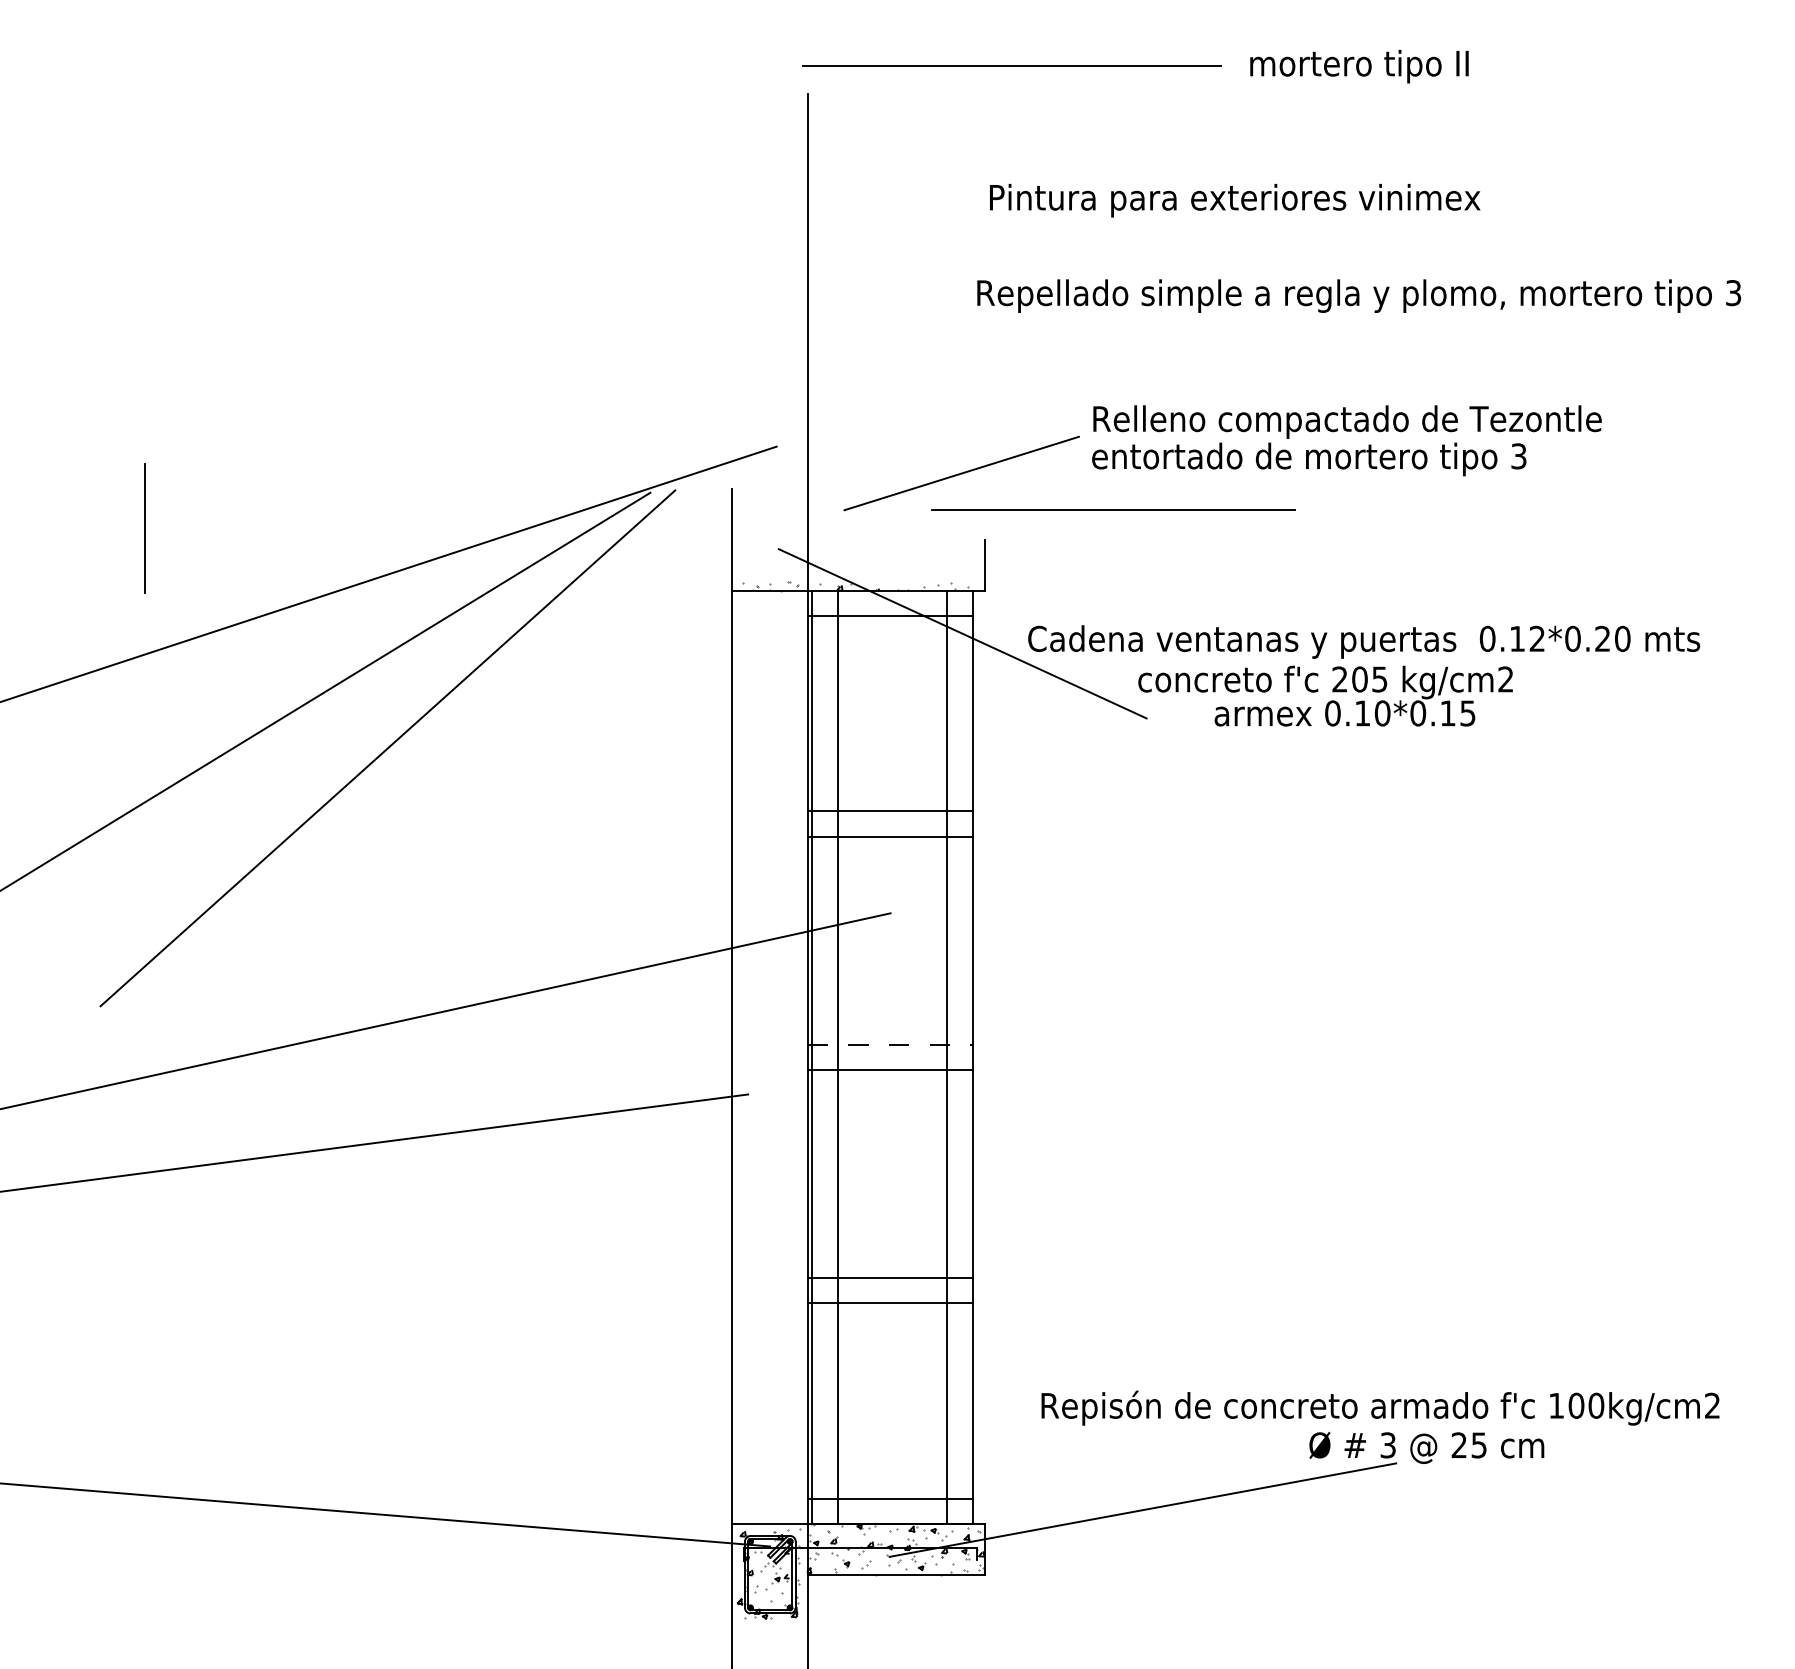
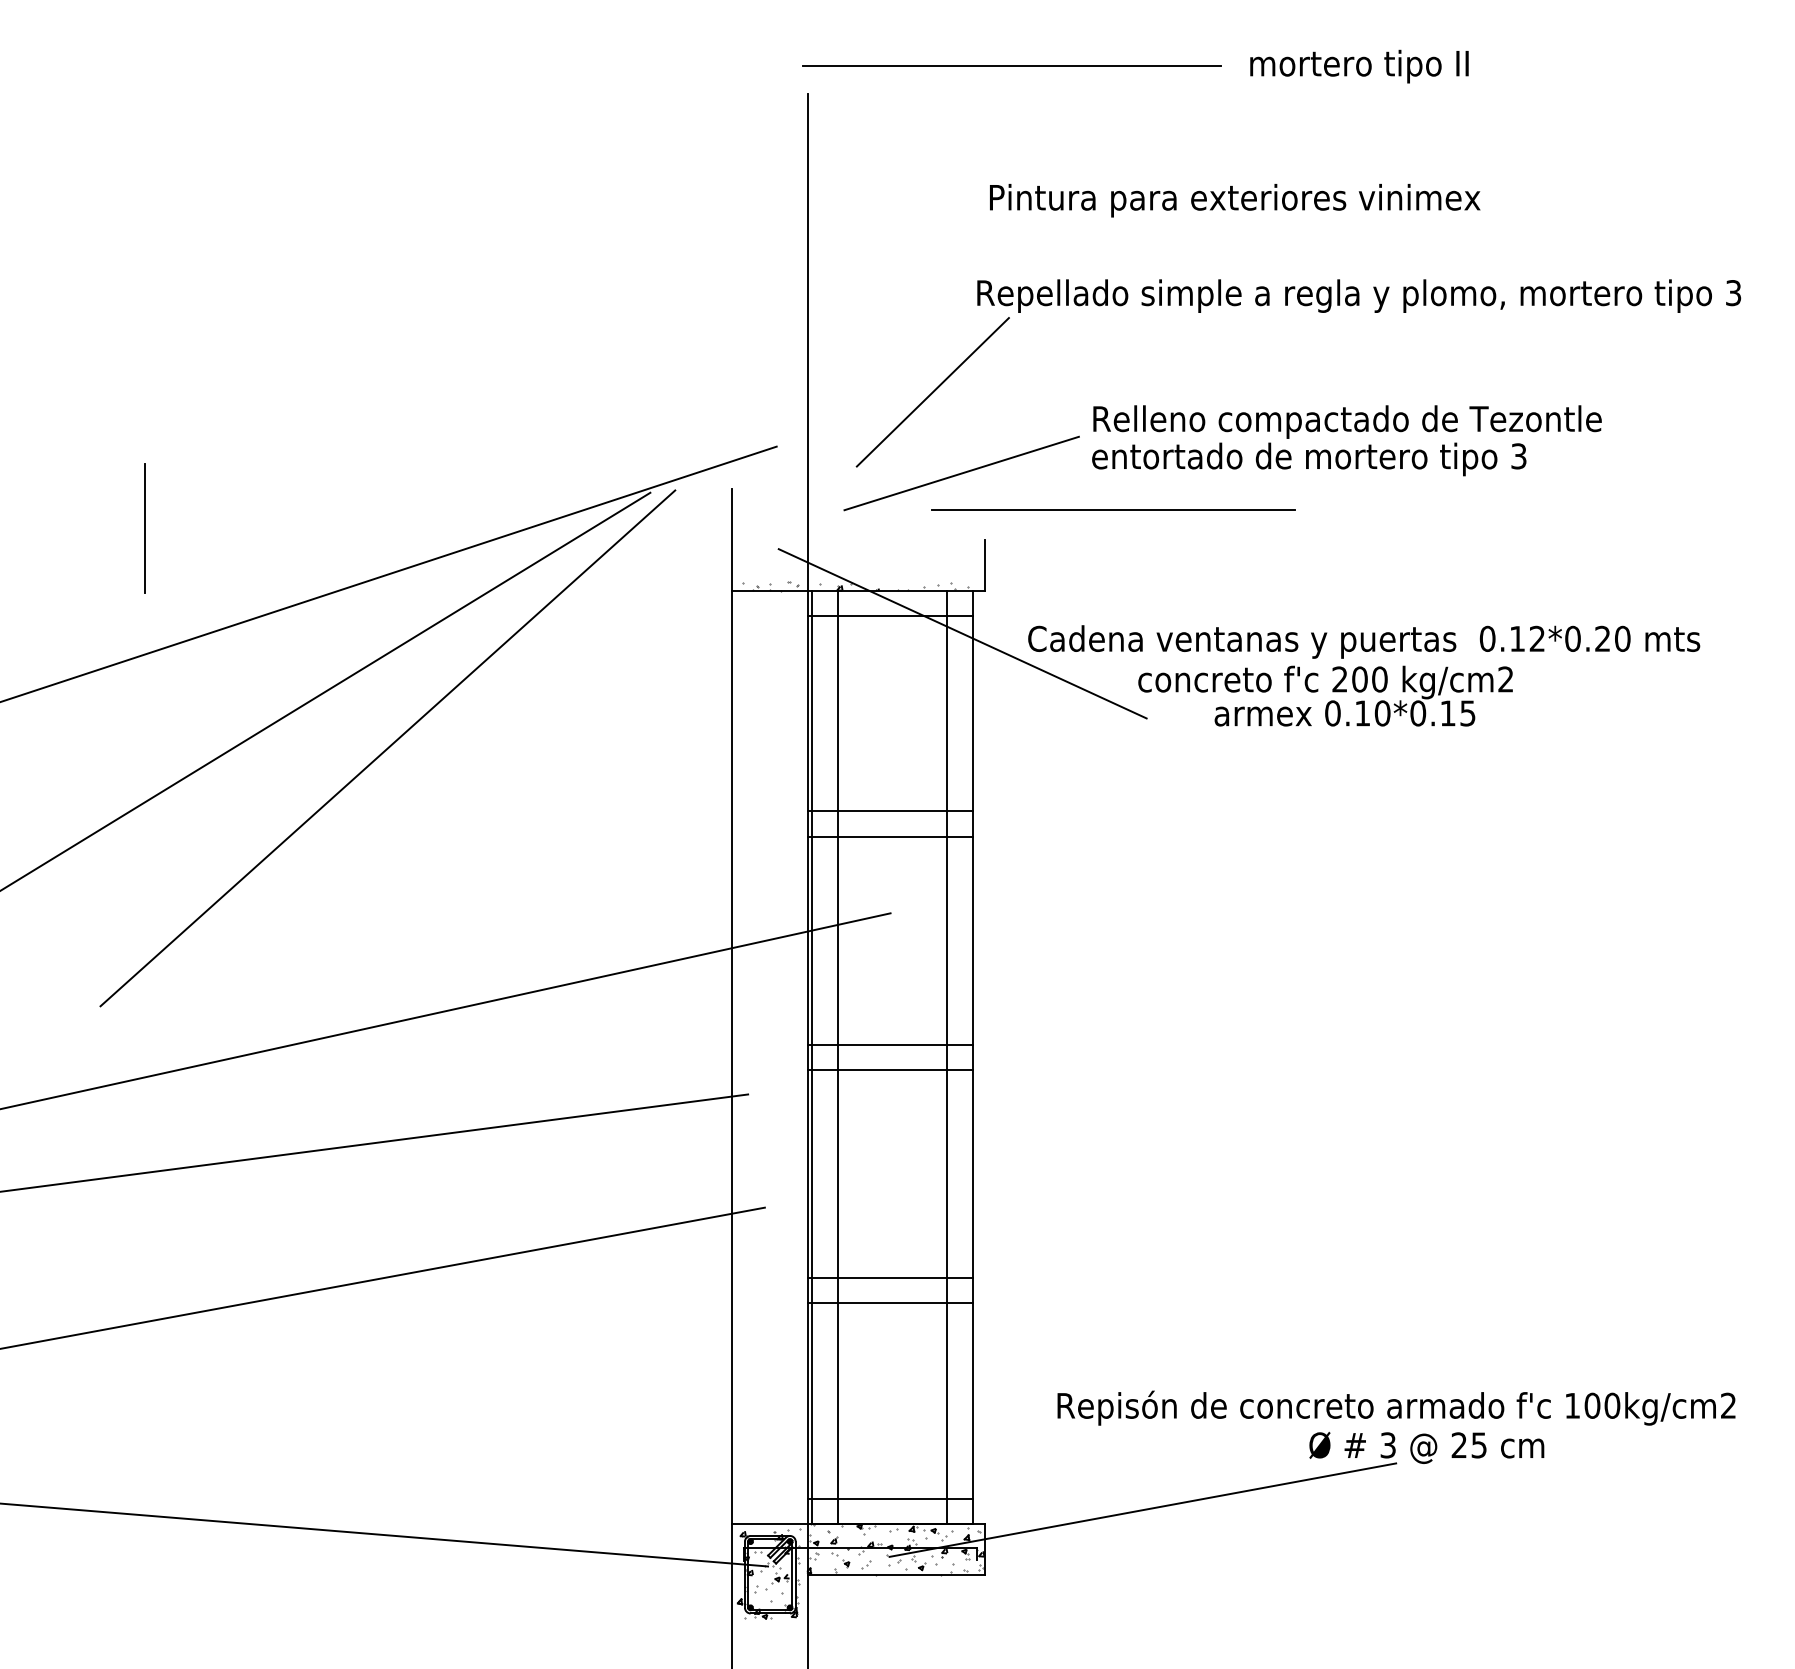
line at (932, 392): none -> present
text at (1379, 679): 205 -> 200
line at (890, 1044): dashed -> solid
line at (383, 1277): none -> present
text at (1380, 1407) position: (1380, 1407) -> (1396, 1407)
line at (386, 1514) position: (386, 1514) -> (385, 1534)
